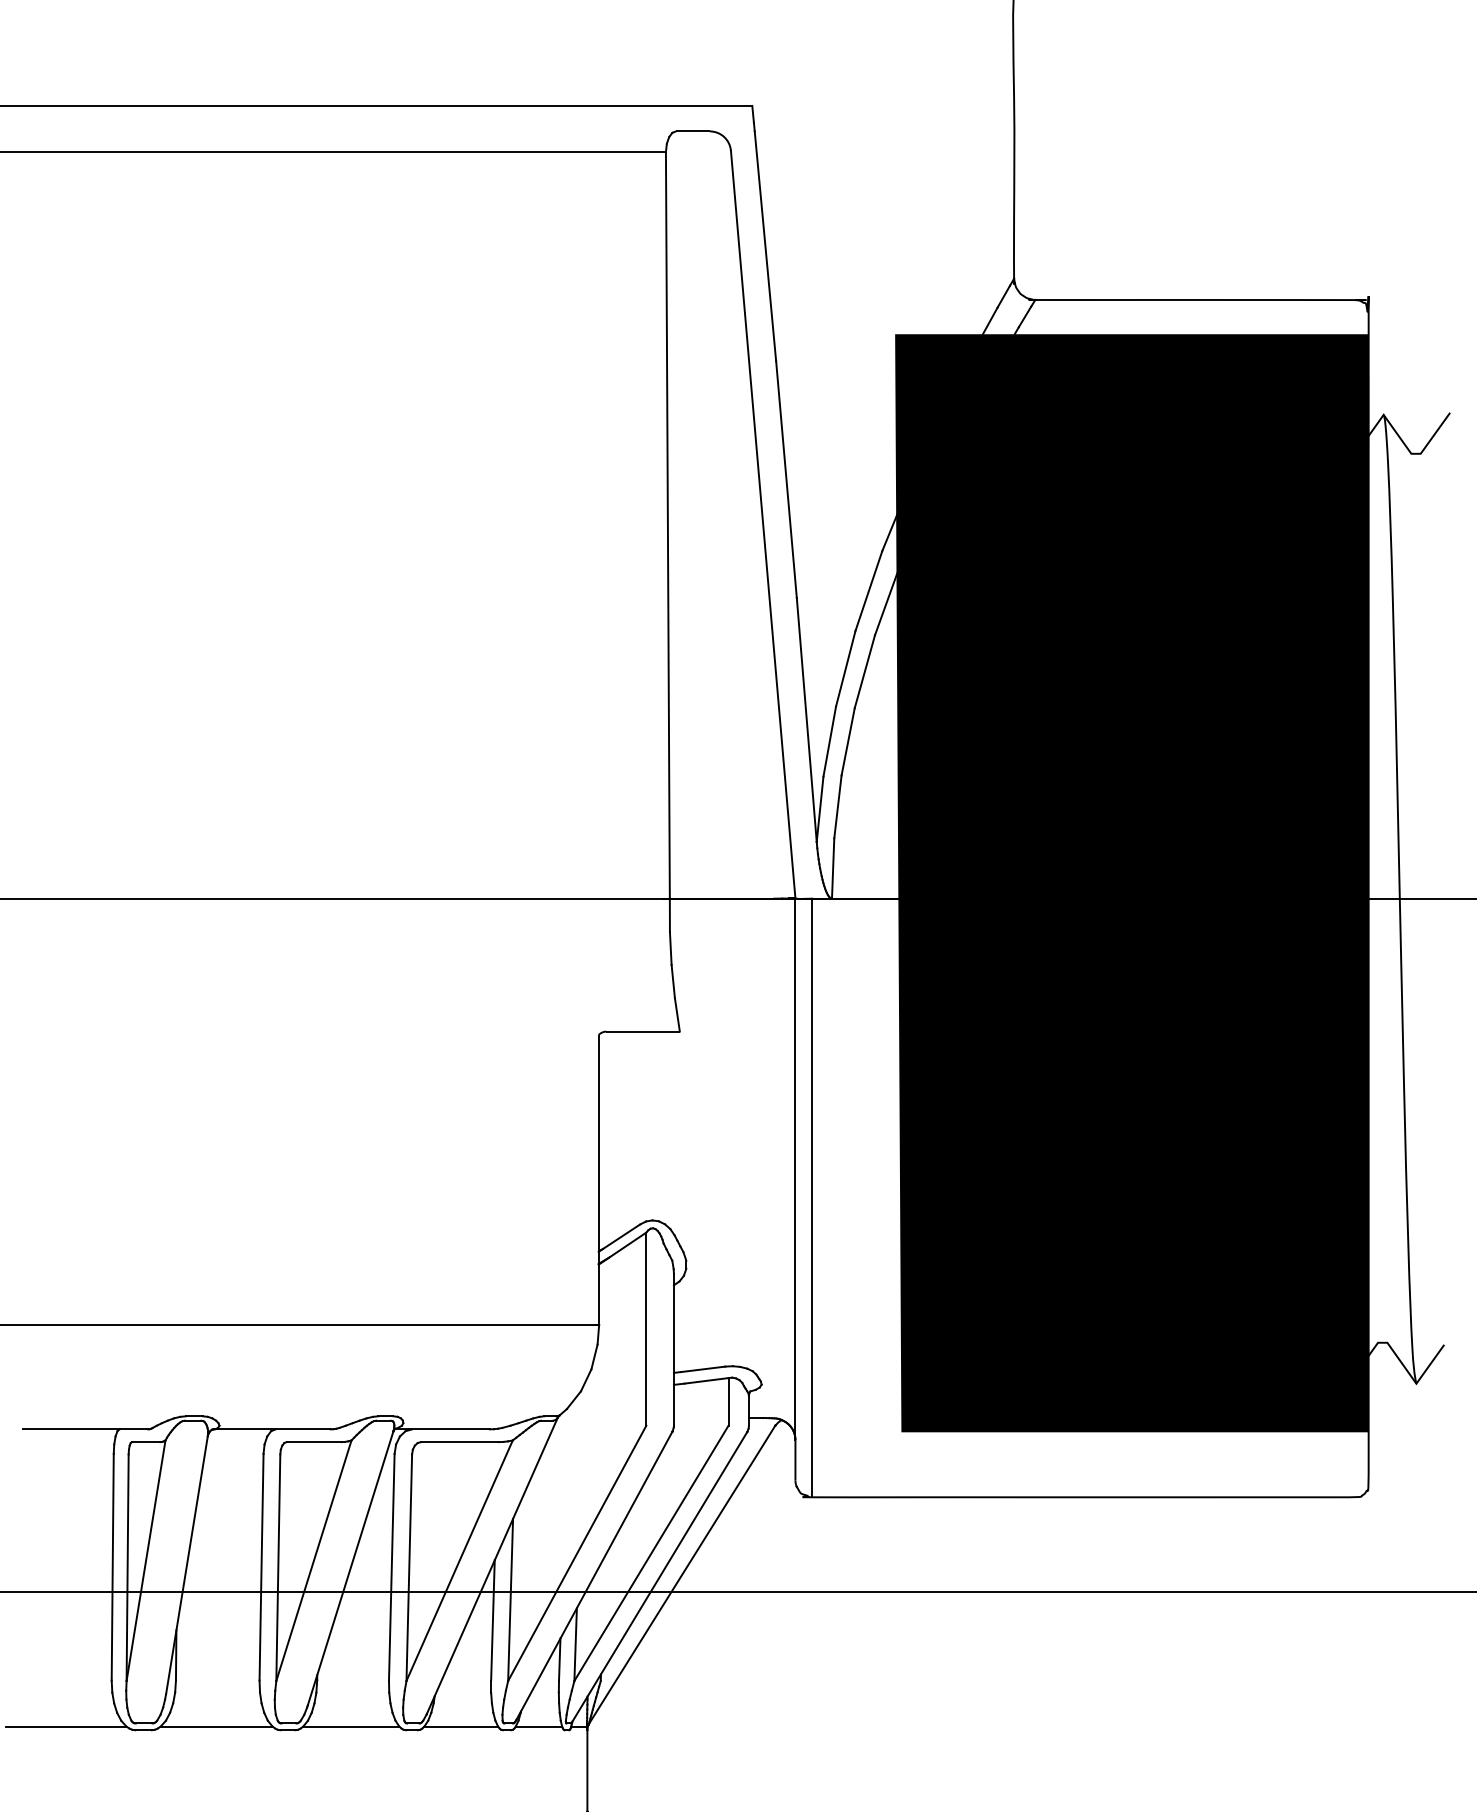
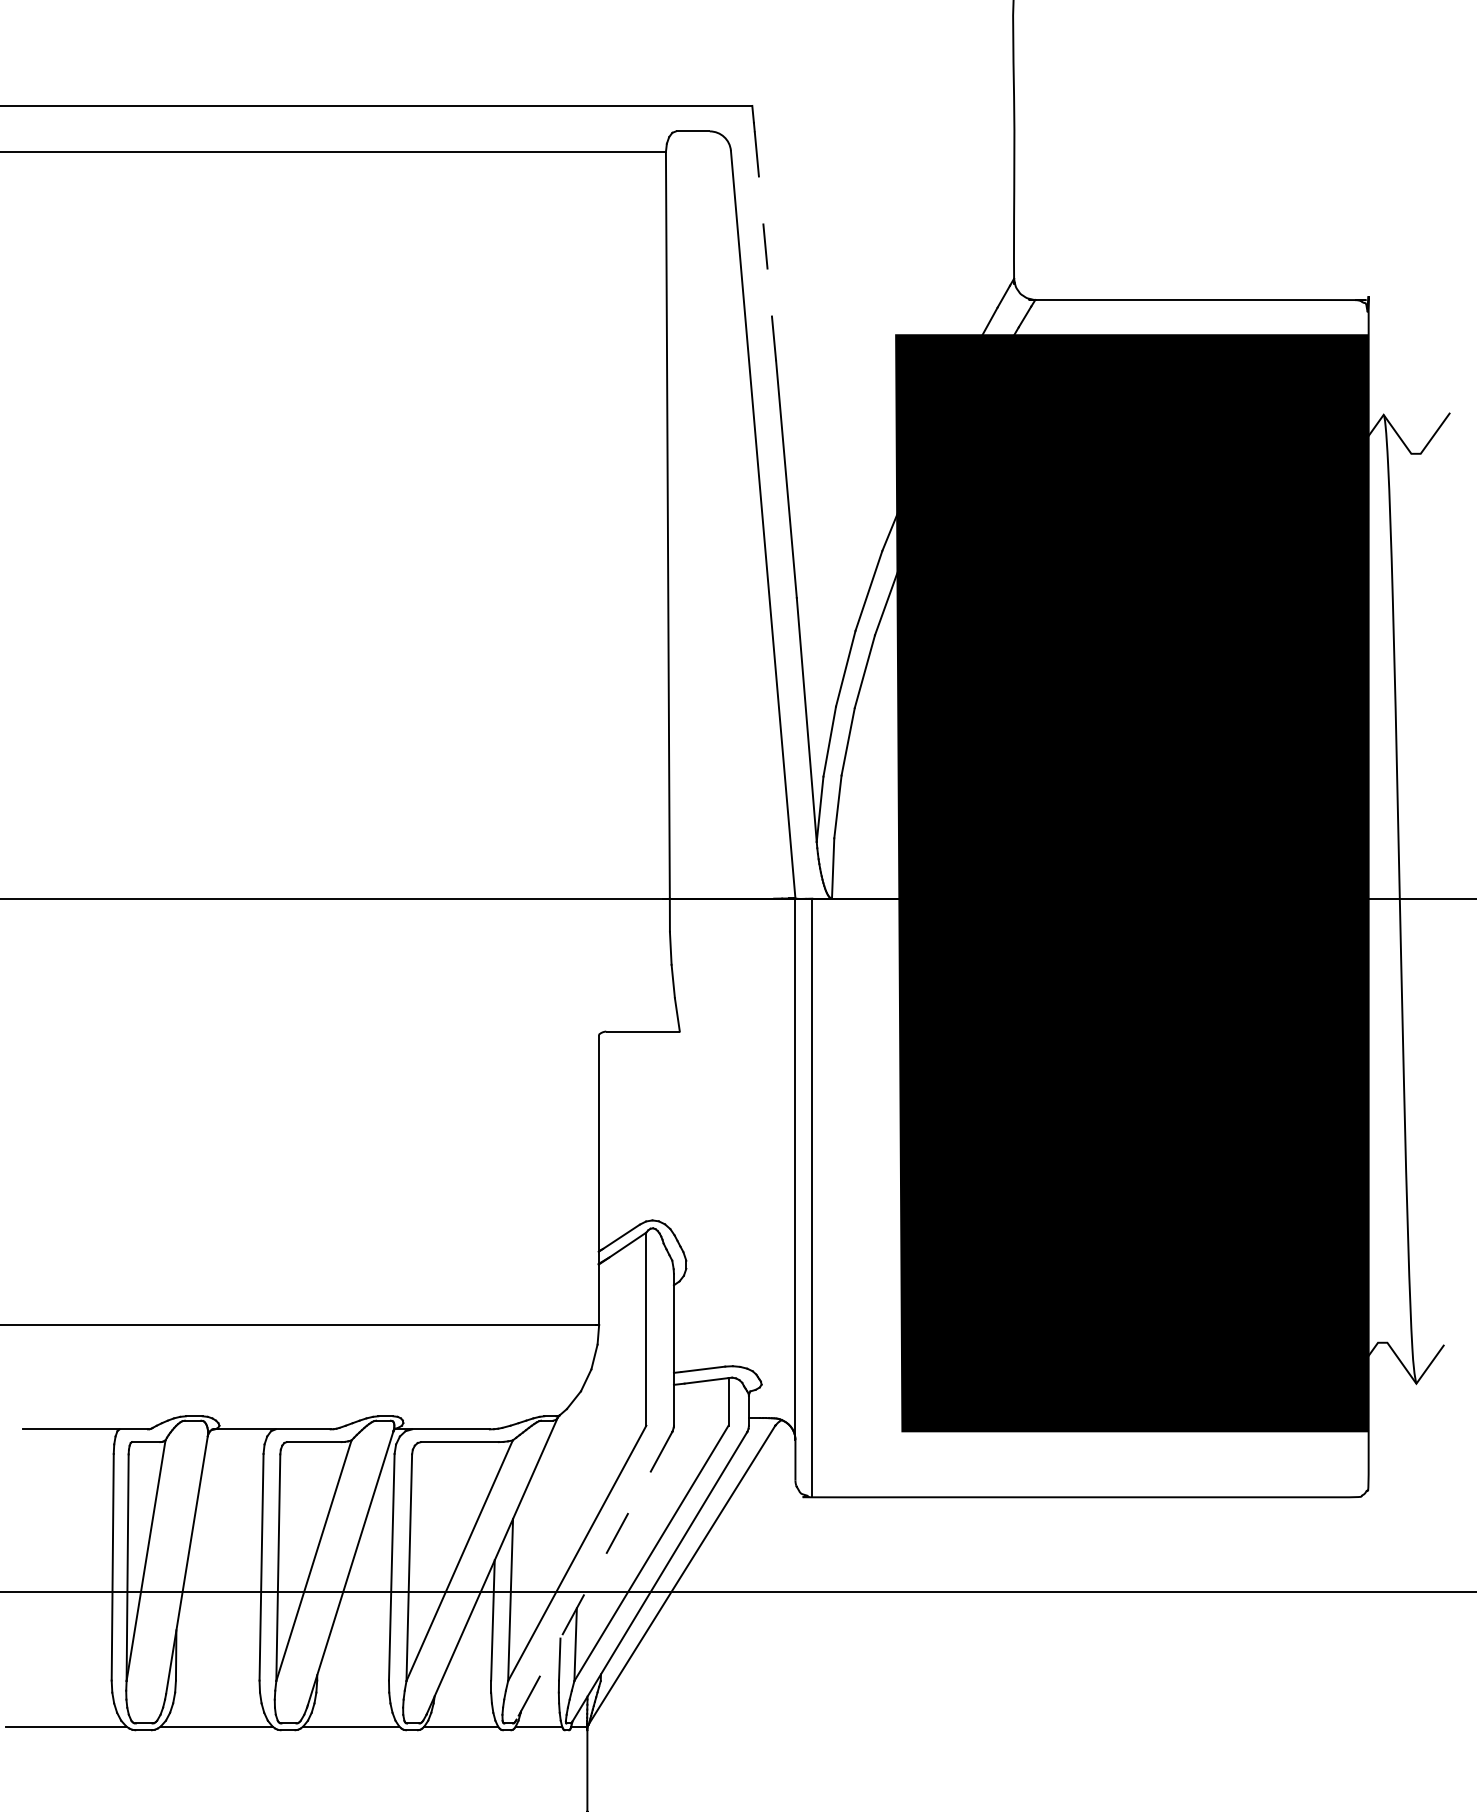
line at (765, 246): solid -> dashed
line at (594, 1575): solid -> dashed
